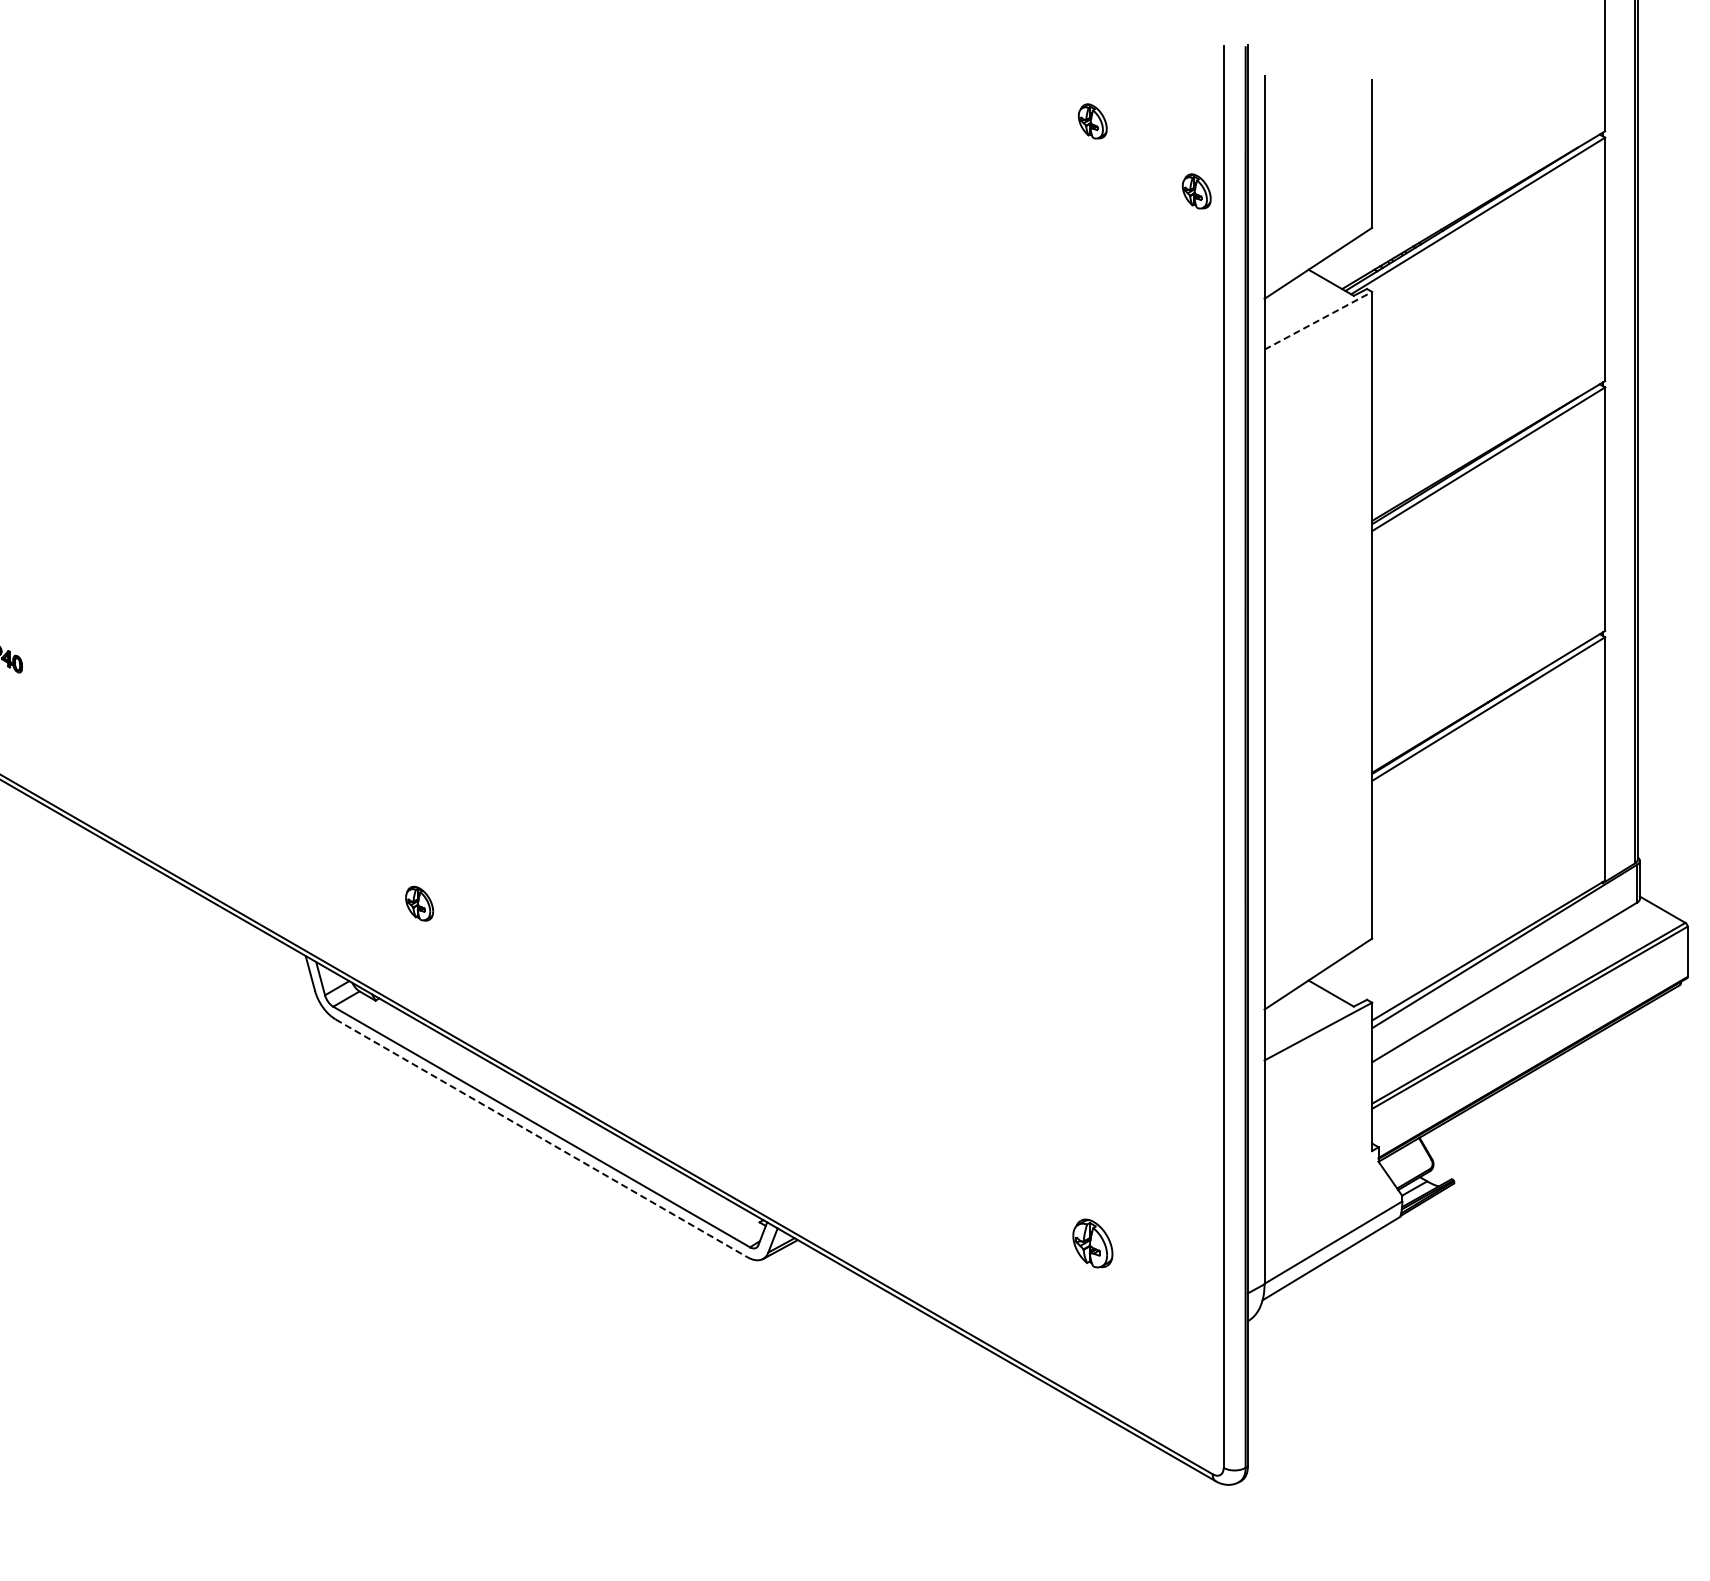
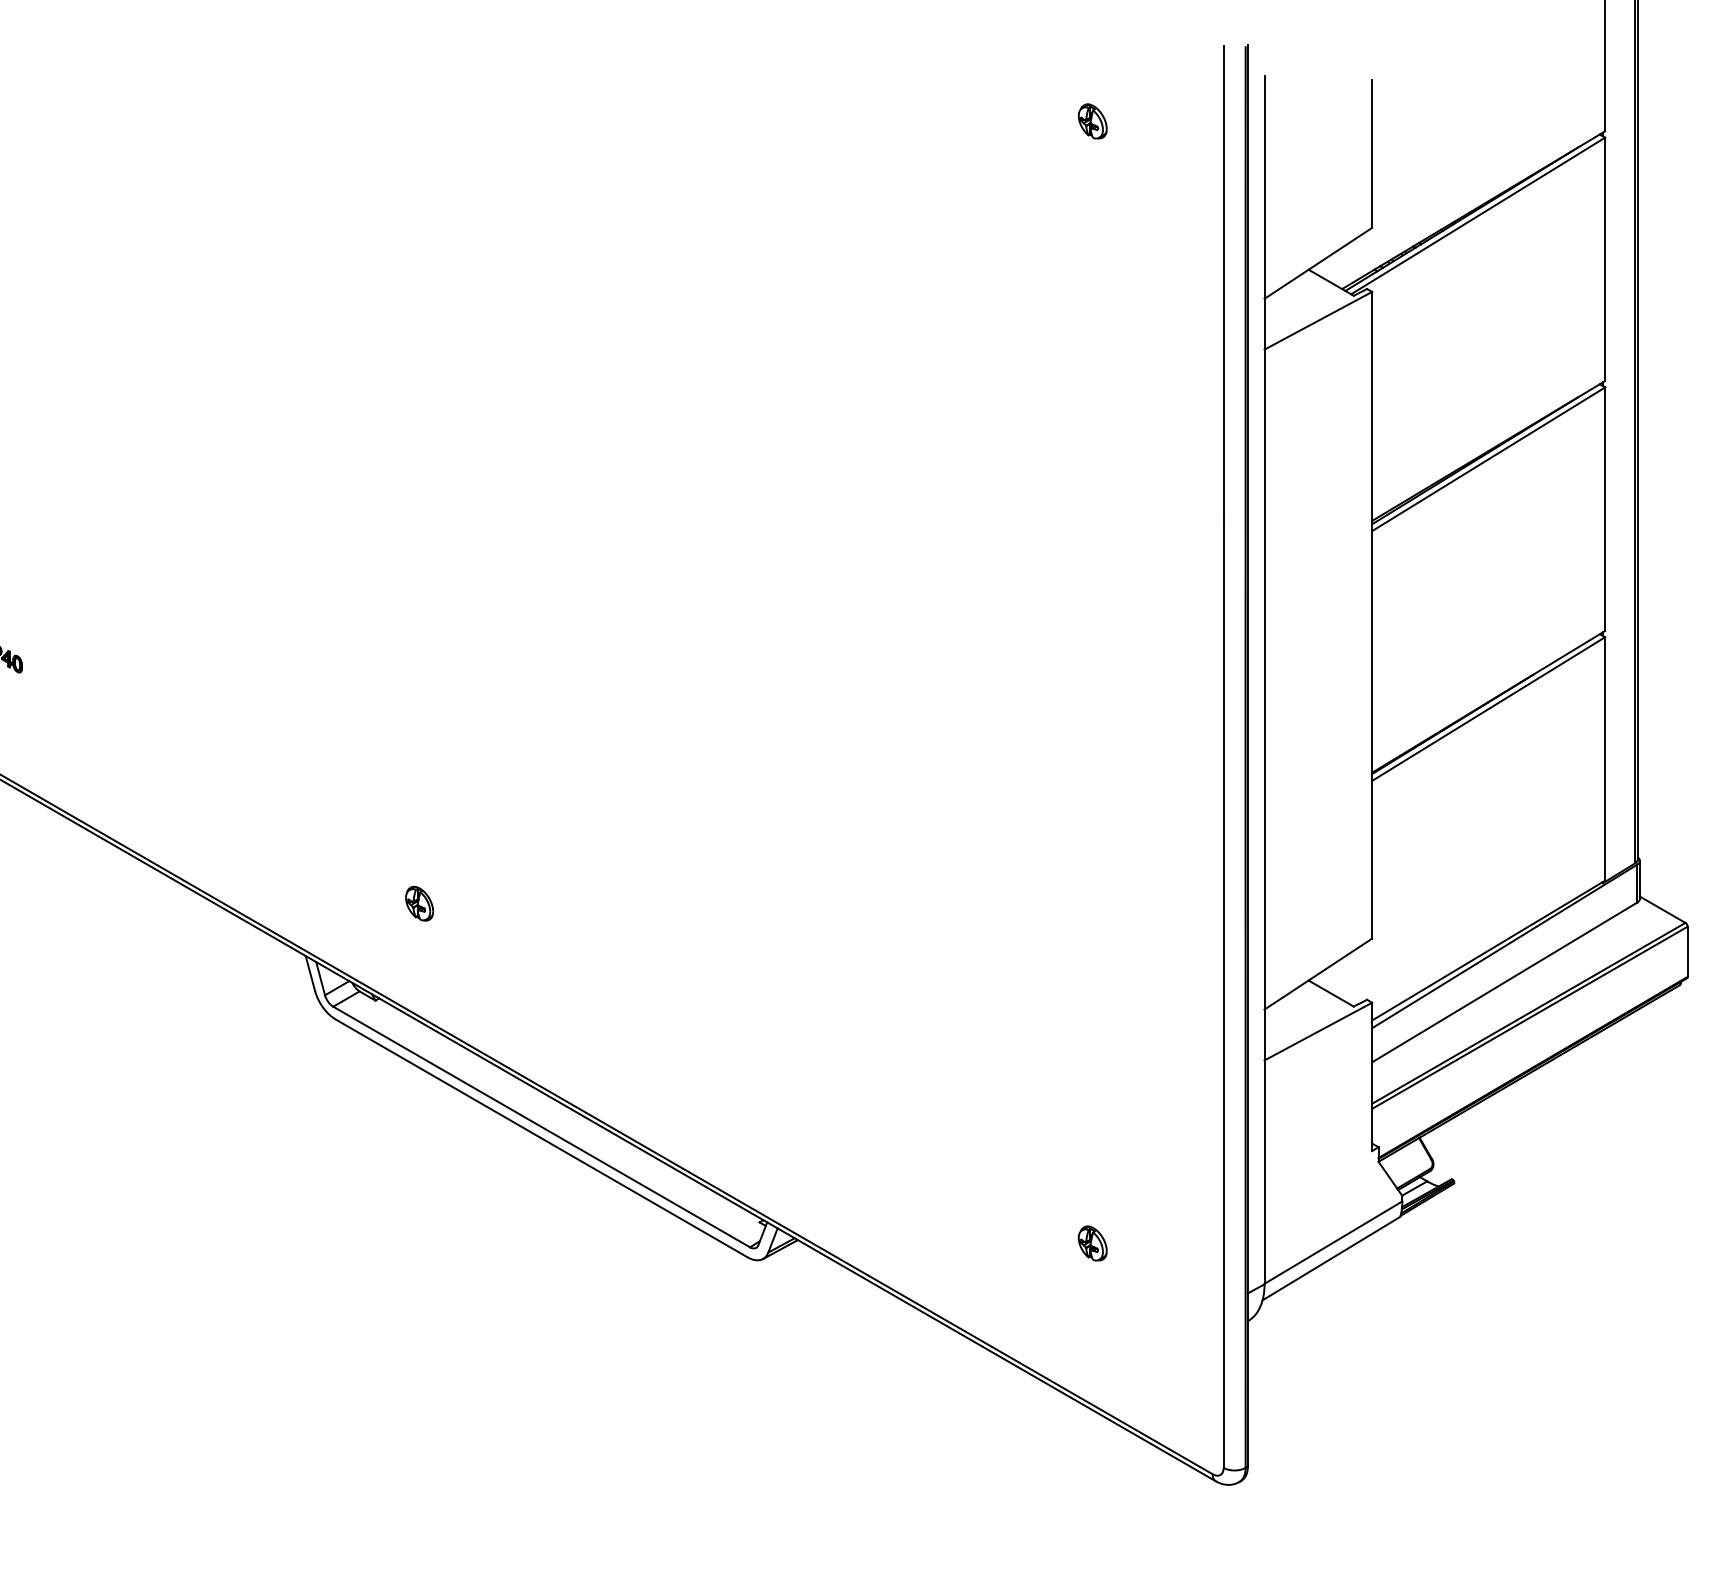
part at (1196, 191): present -> none
line at (1318, 320): dashed -> solid
line at (541, 1138): dashed -> solid
part at (1092, 1243) size: 42x51 px -> 31x37 px
